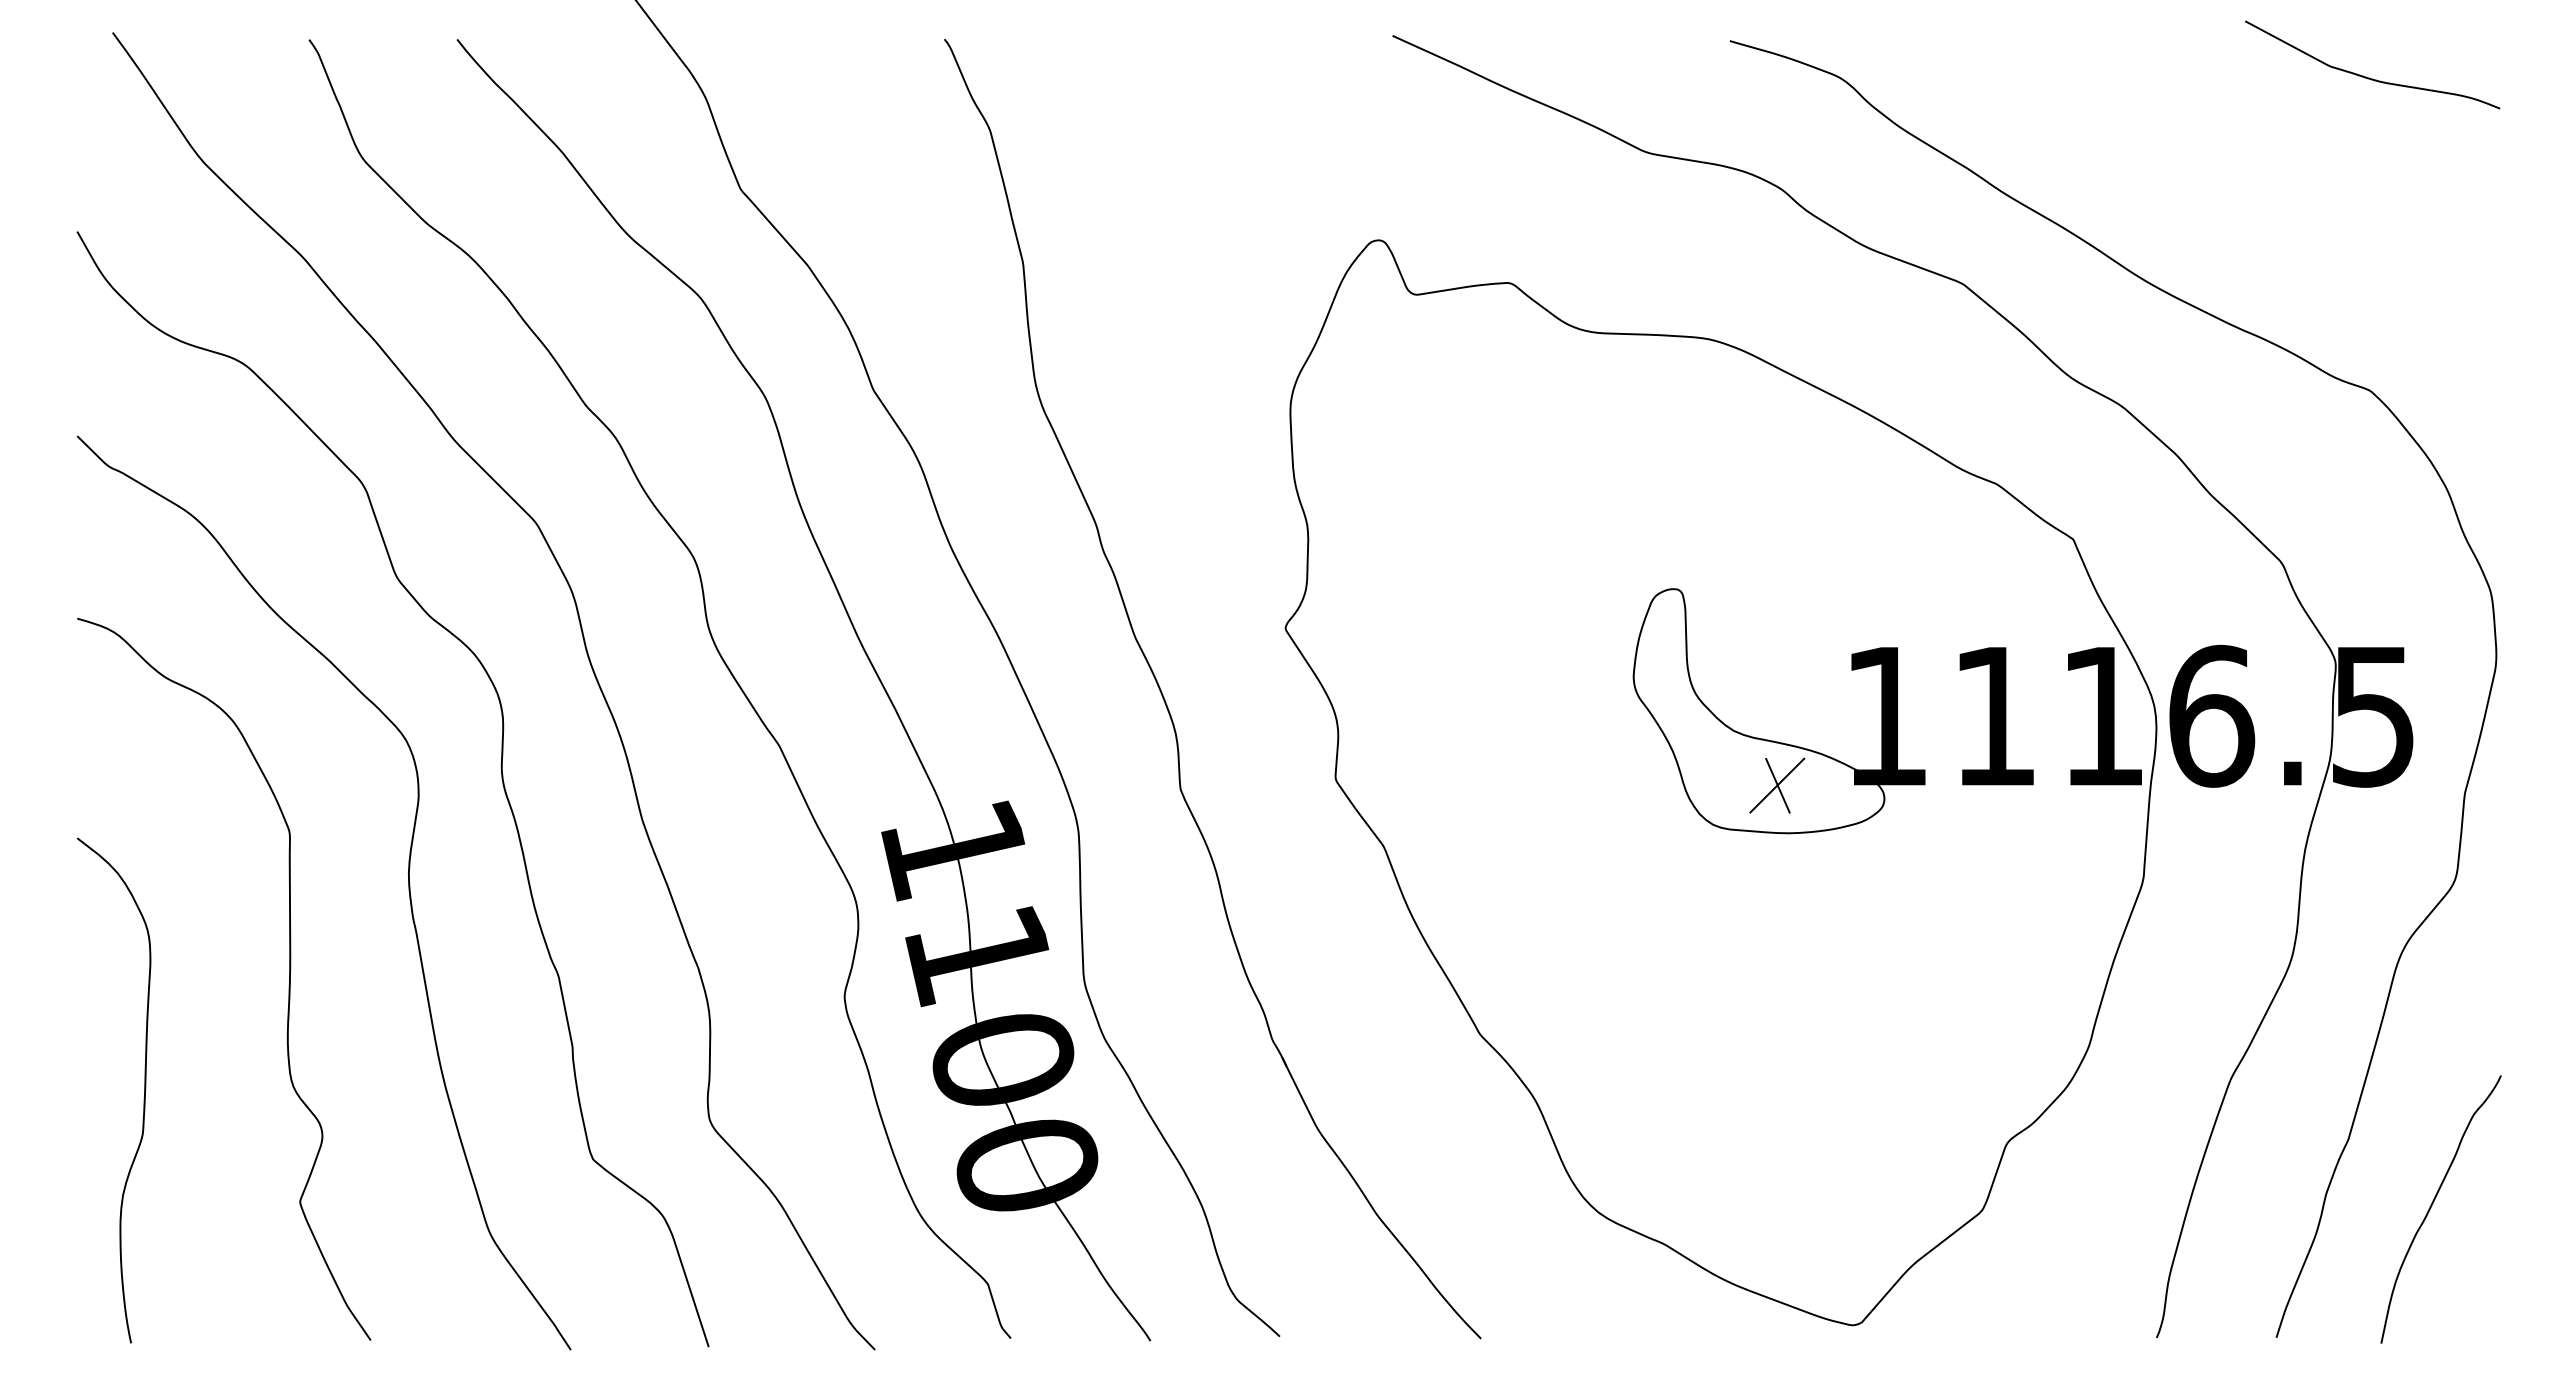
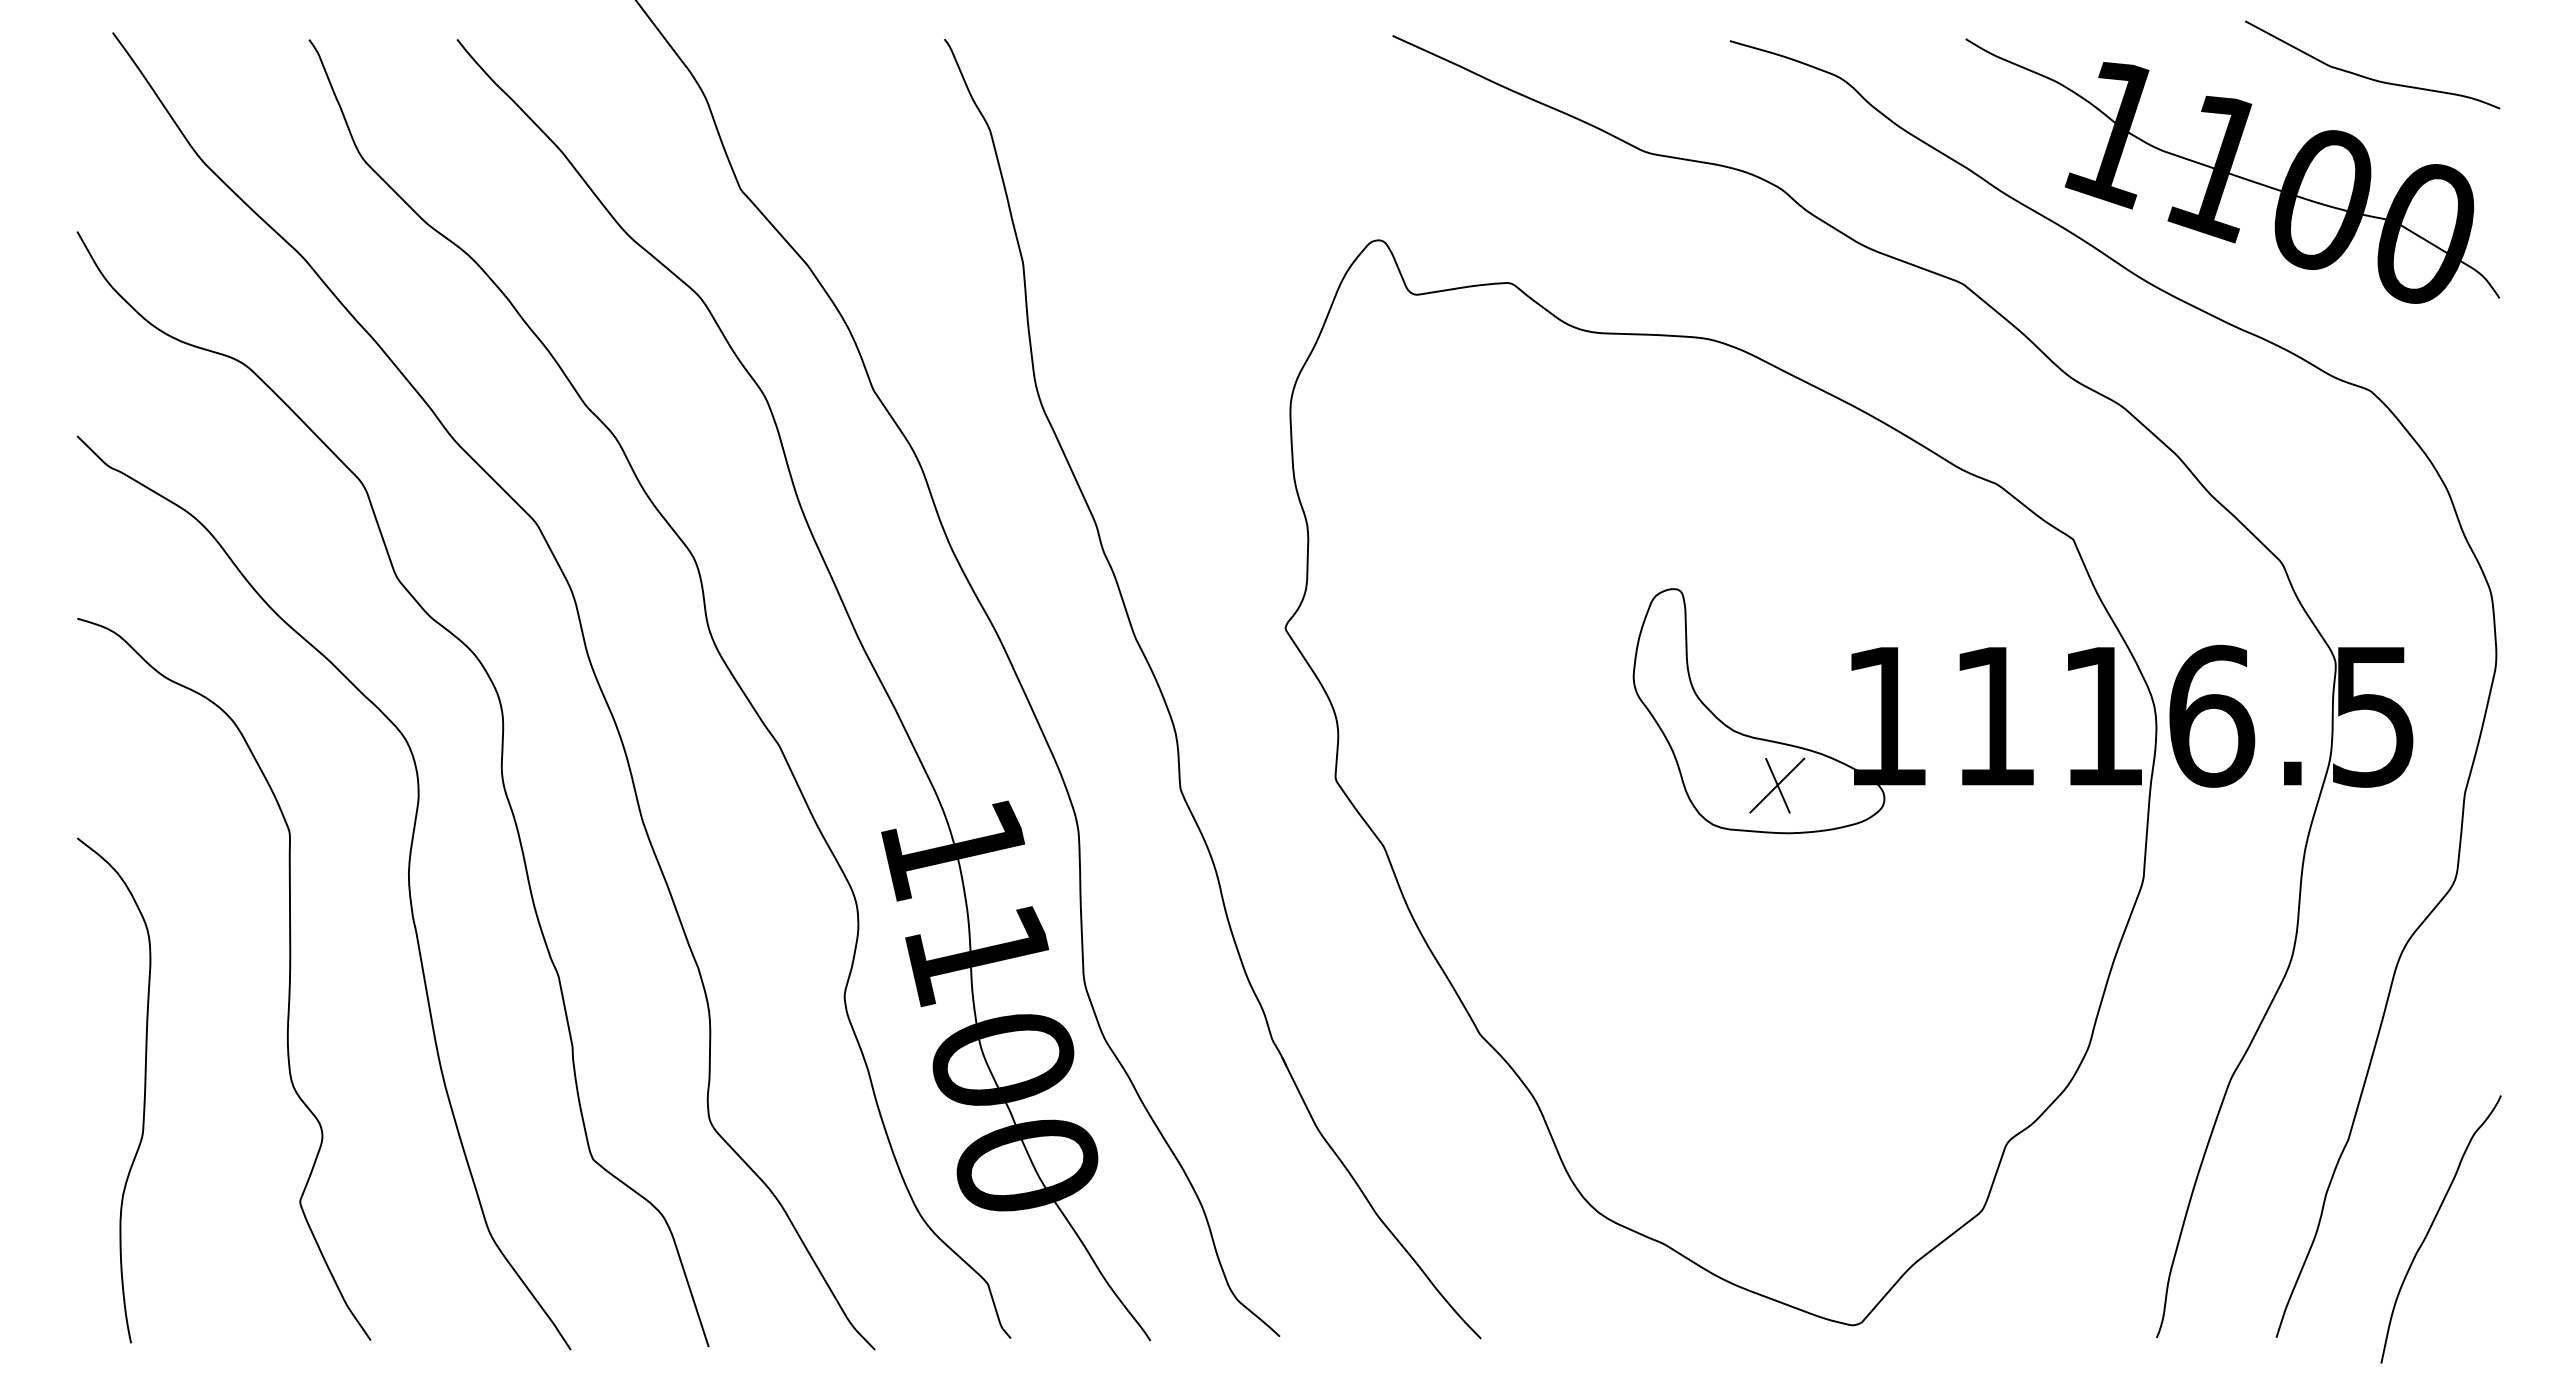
part at (2232, 170): none -> present
curve at (2432, 1205) position: (2432, 1205) -> (2432, 1225)
